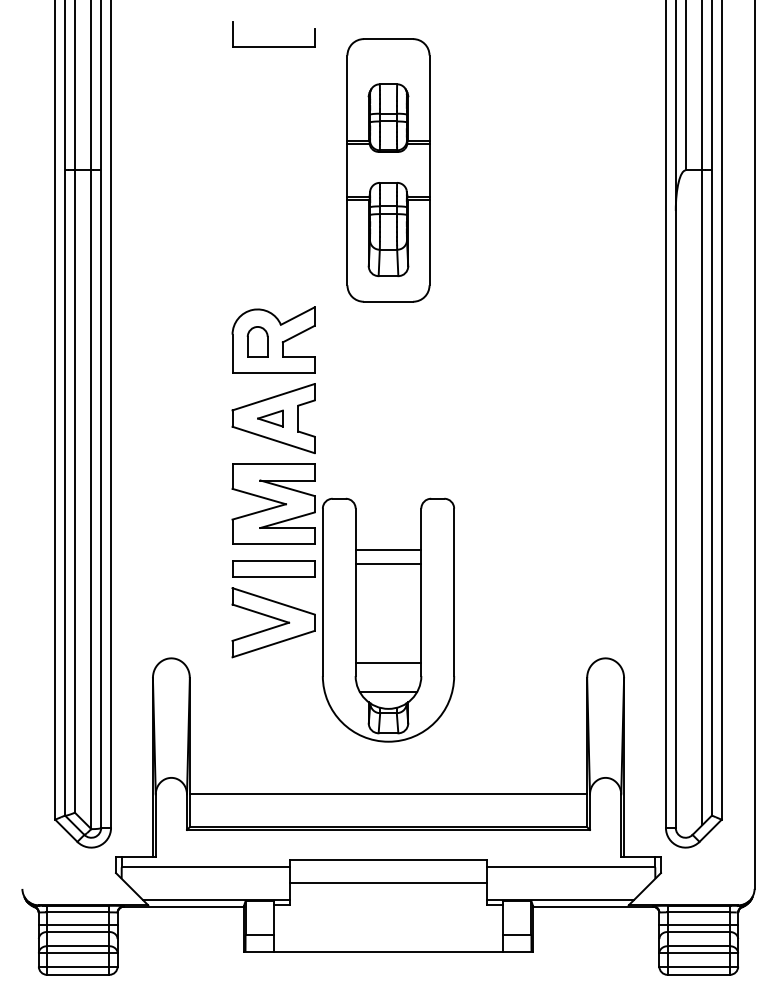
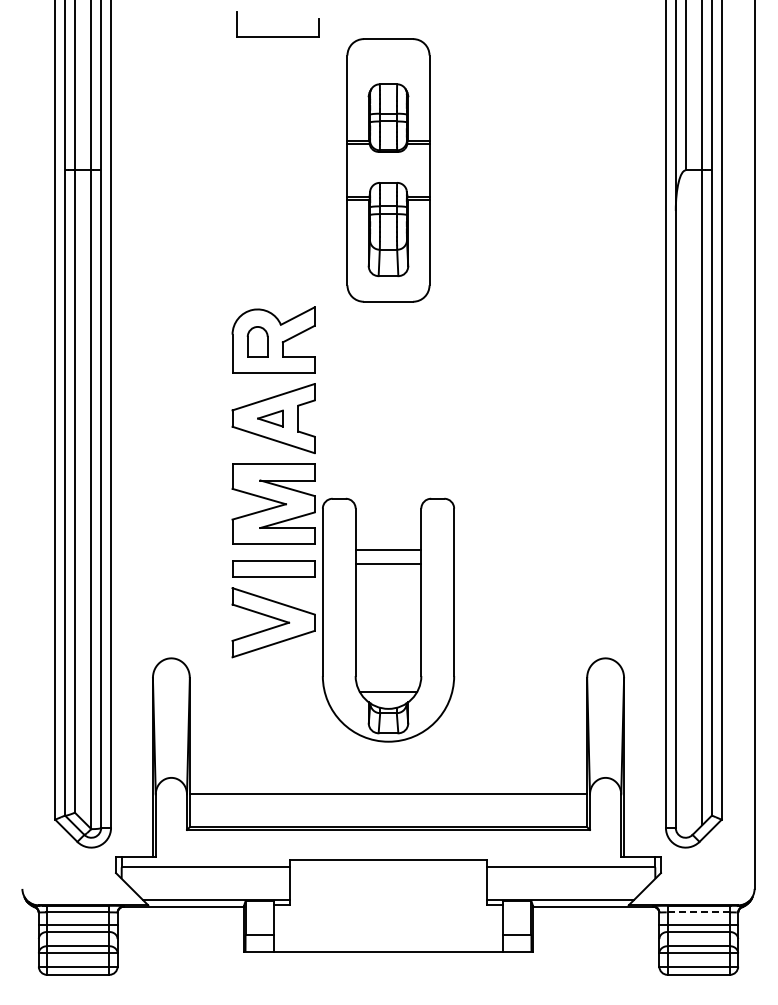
part at (273, 46) position: (273, 46) -> (277, 36)
line at (388, 662): present -> none
line at (388, 882): present -> none
line at (698, 912): solid -> dashed
